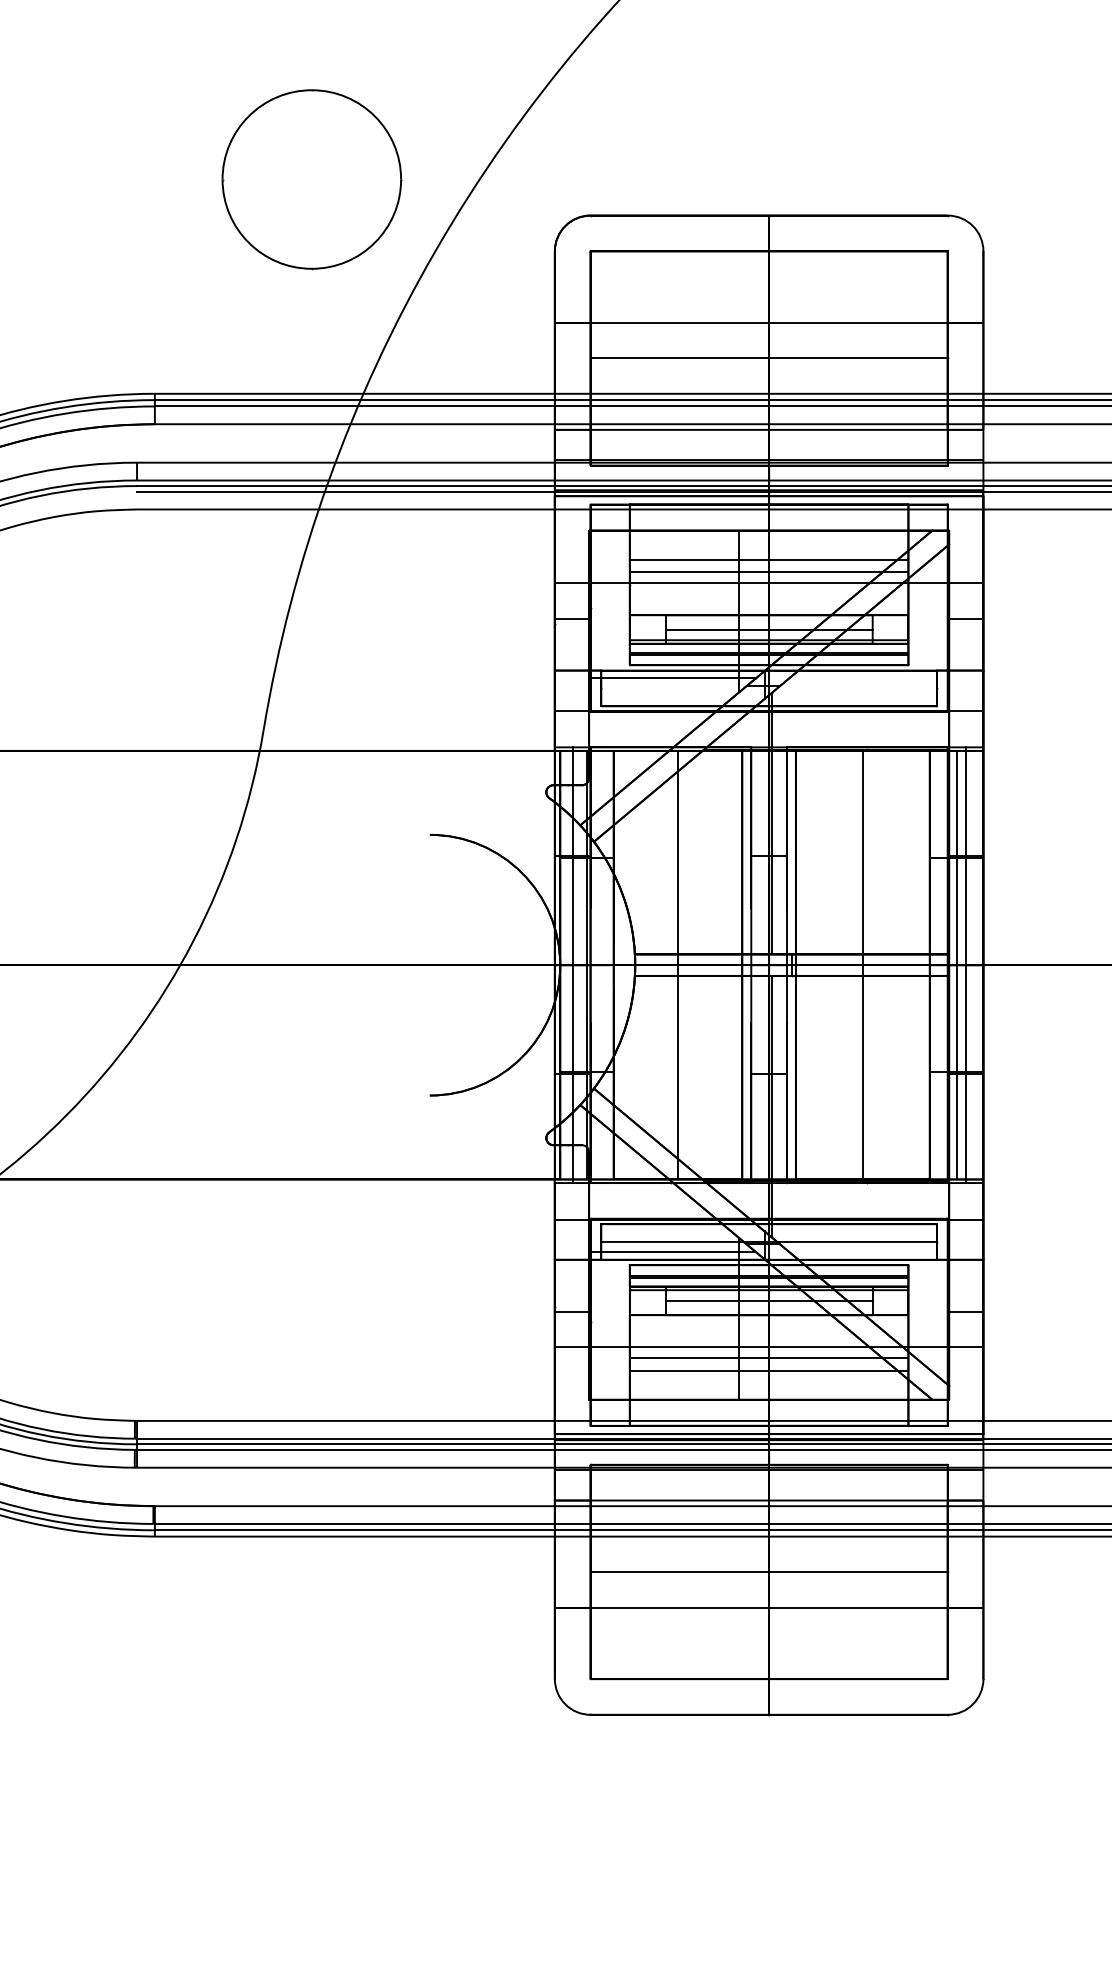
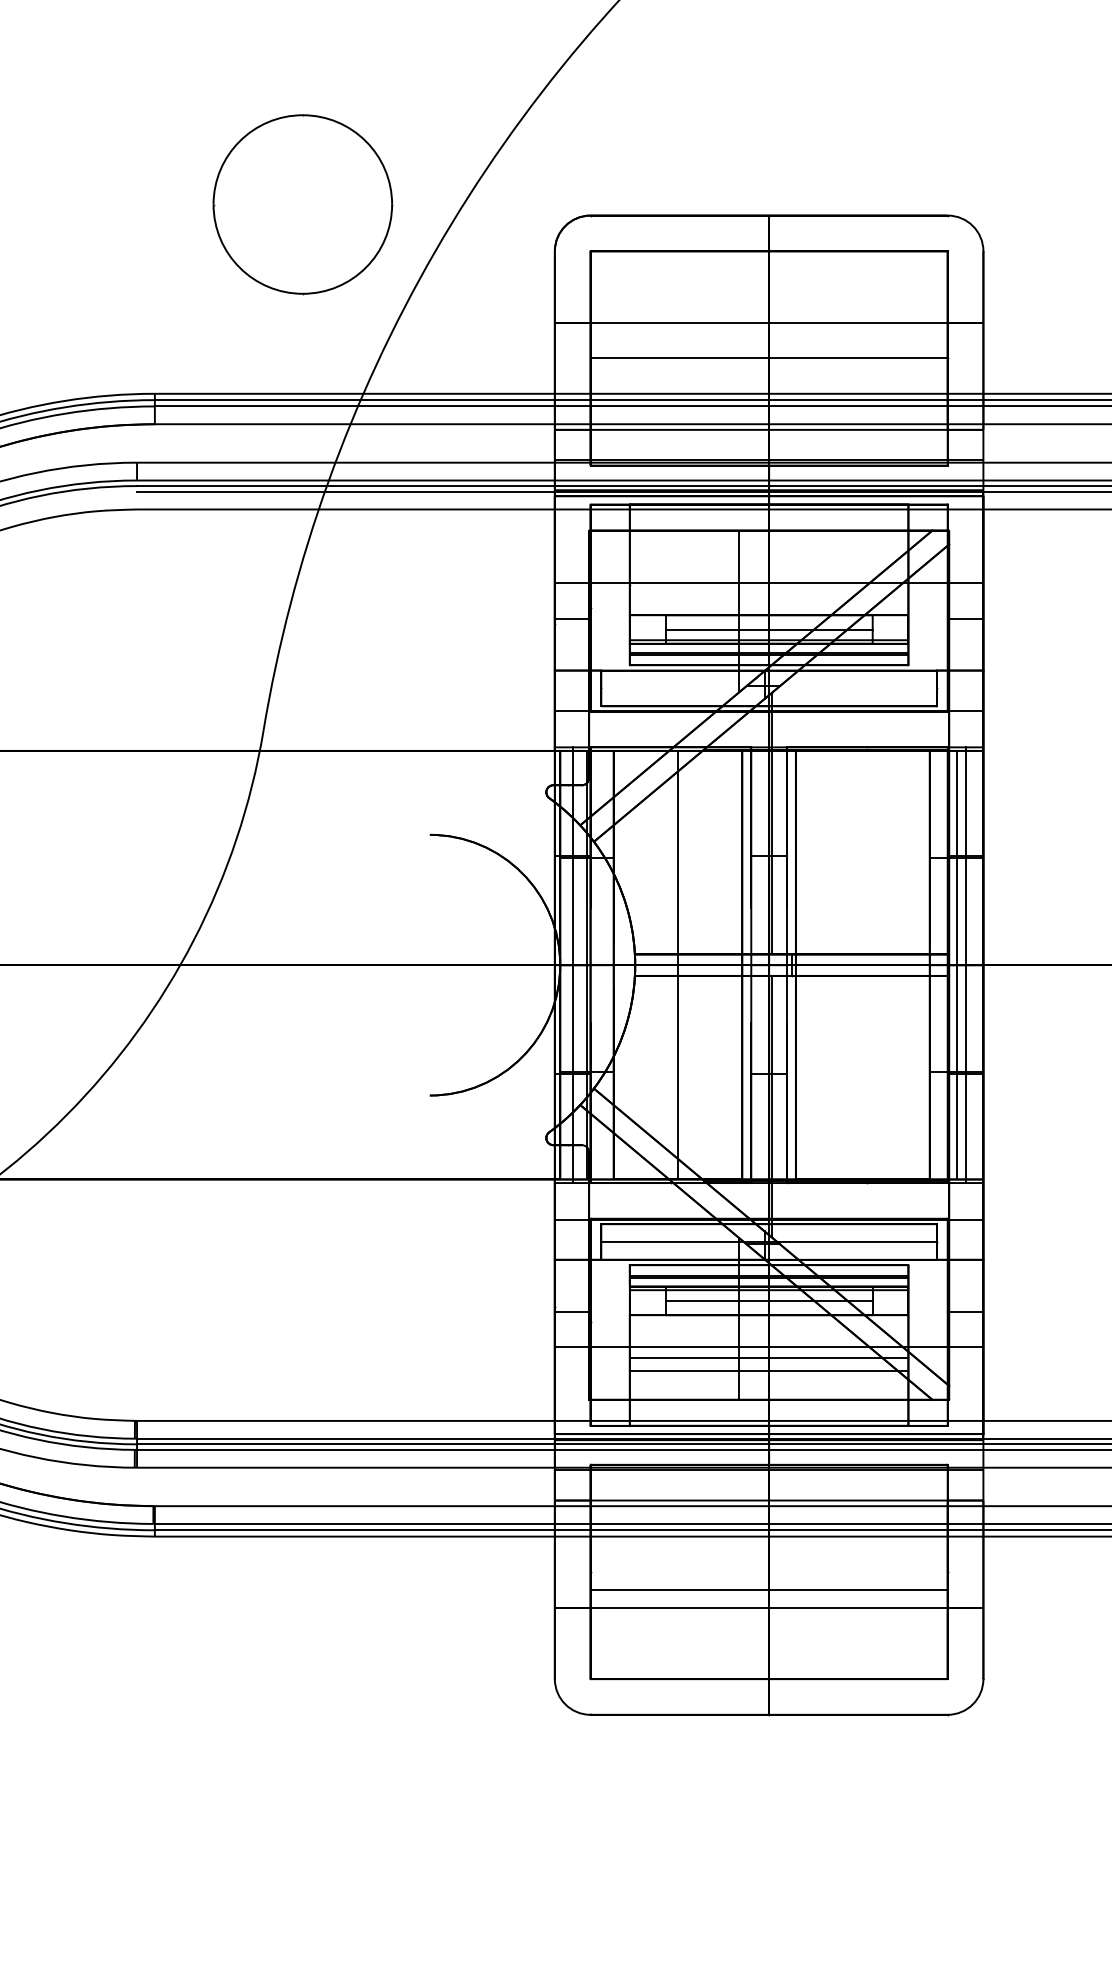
part at (311, 179) position: (311, 179) -> (302, 204)
line at (768, 559): present -> none
line at (768, 572): present -> none
line at (672, 677): present -> none
line at (862, 964): present -> none
line at (672, 1252): present -> none
line at (768, 1571) position: (768, 1571) -> (768, 1589)
